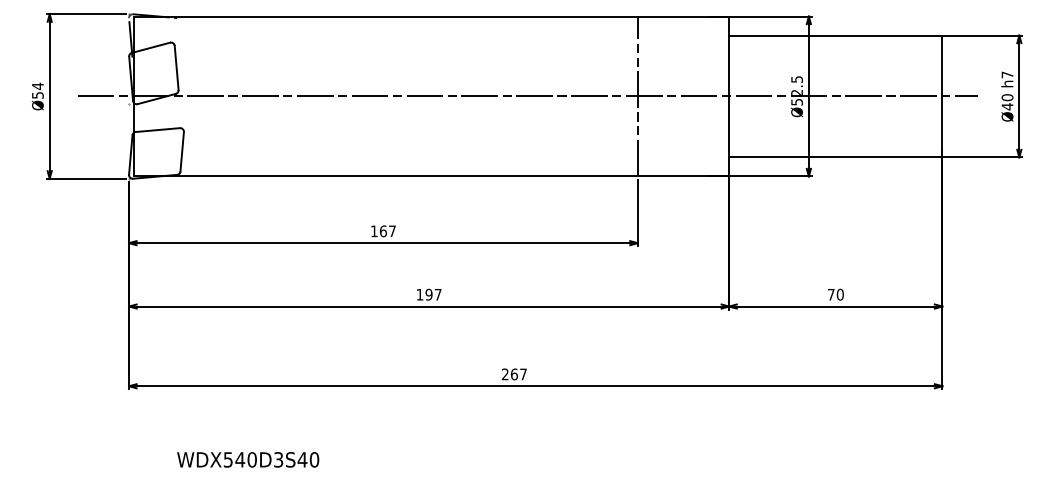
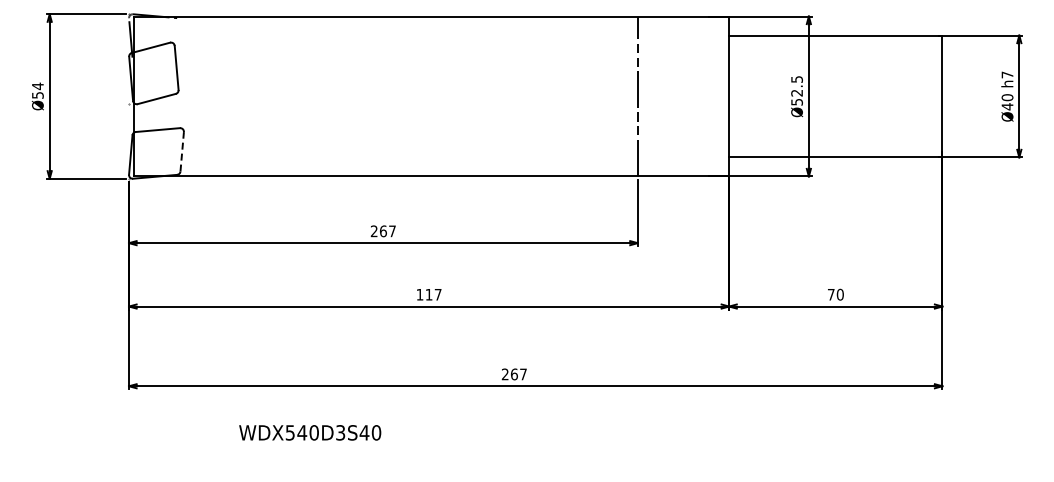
line at (527, 96): present -> none
line at (182, 151): solid -> dashed
text at (373, 230): 167 -> 267
text at (428, 294): 197 -> 117
text at (248, 459) position: (248, 459) -> (310, 432)
